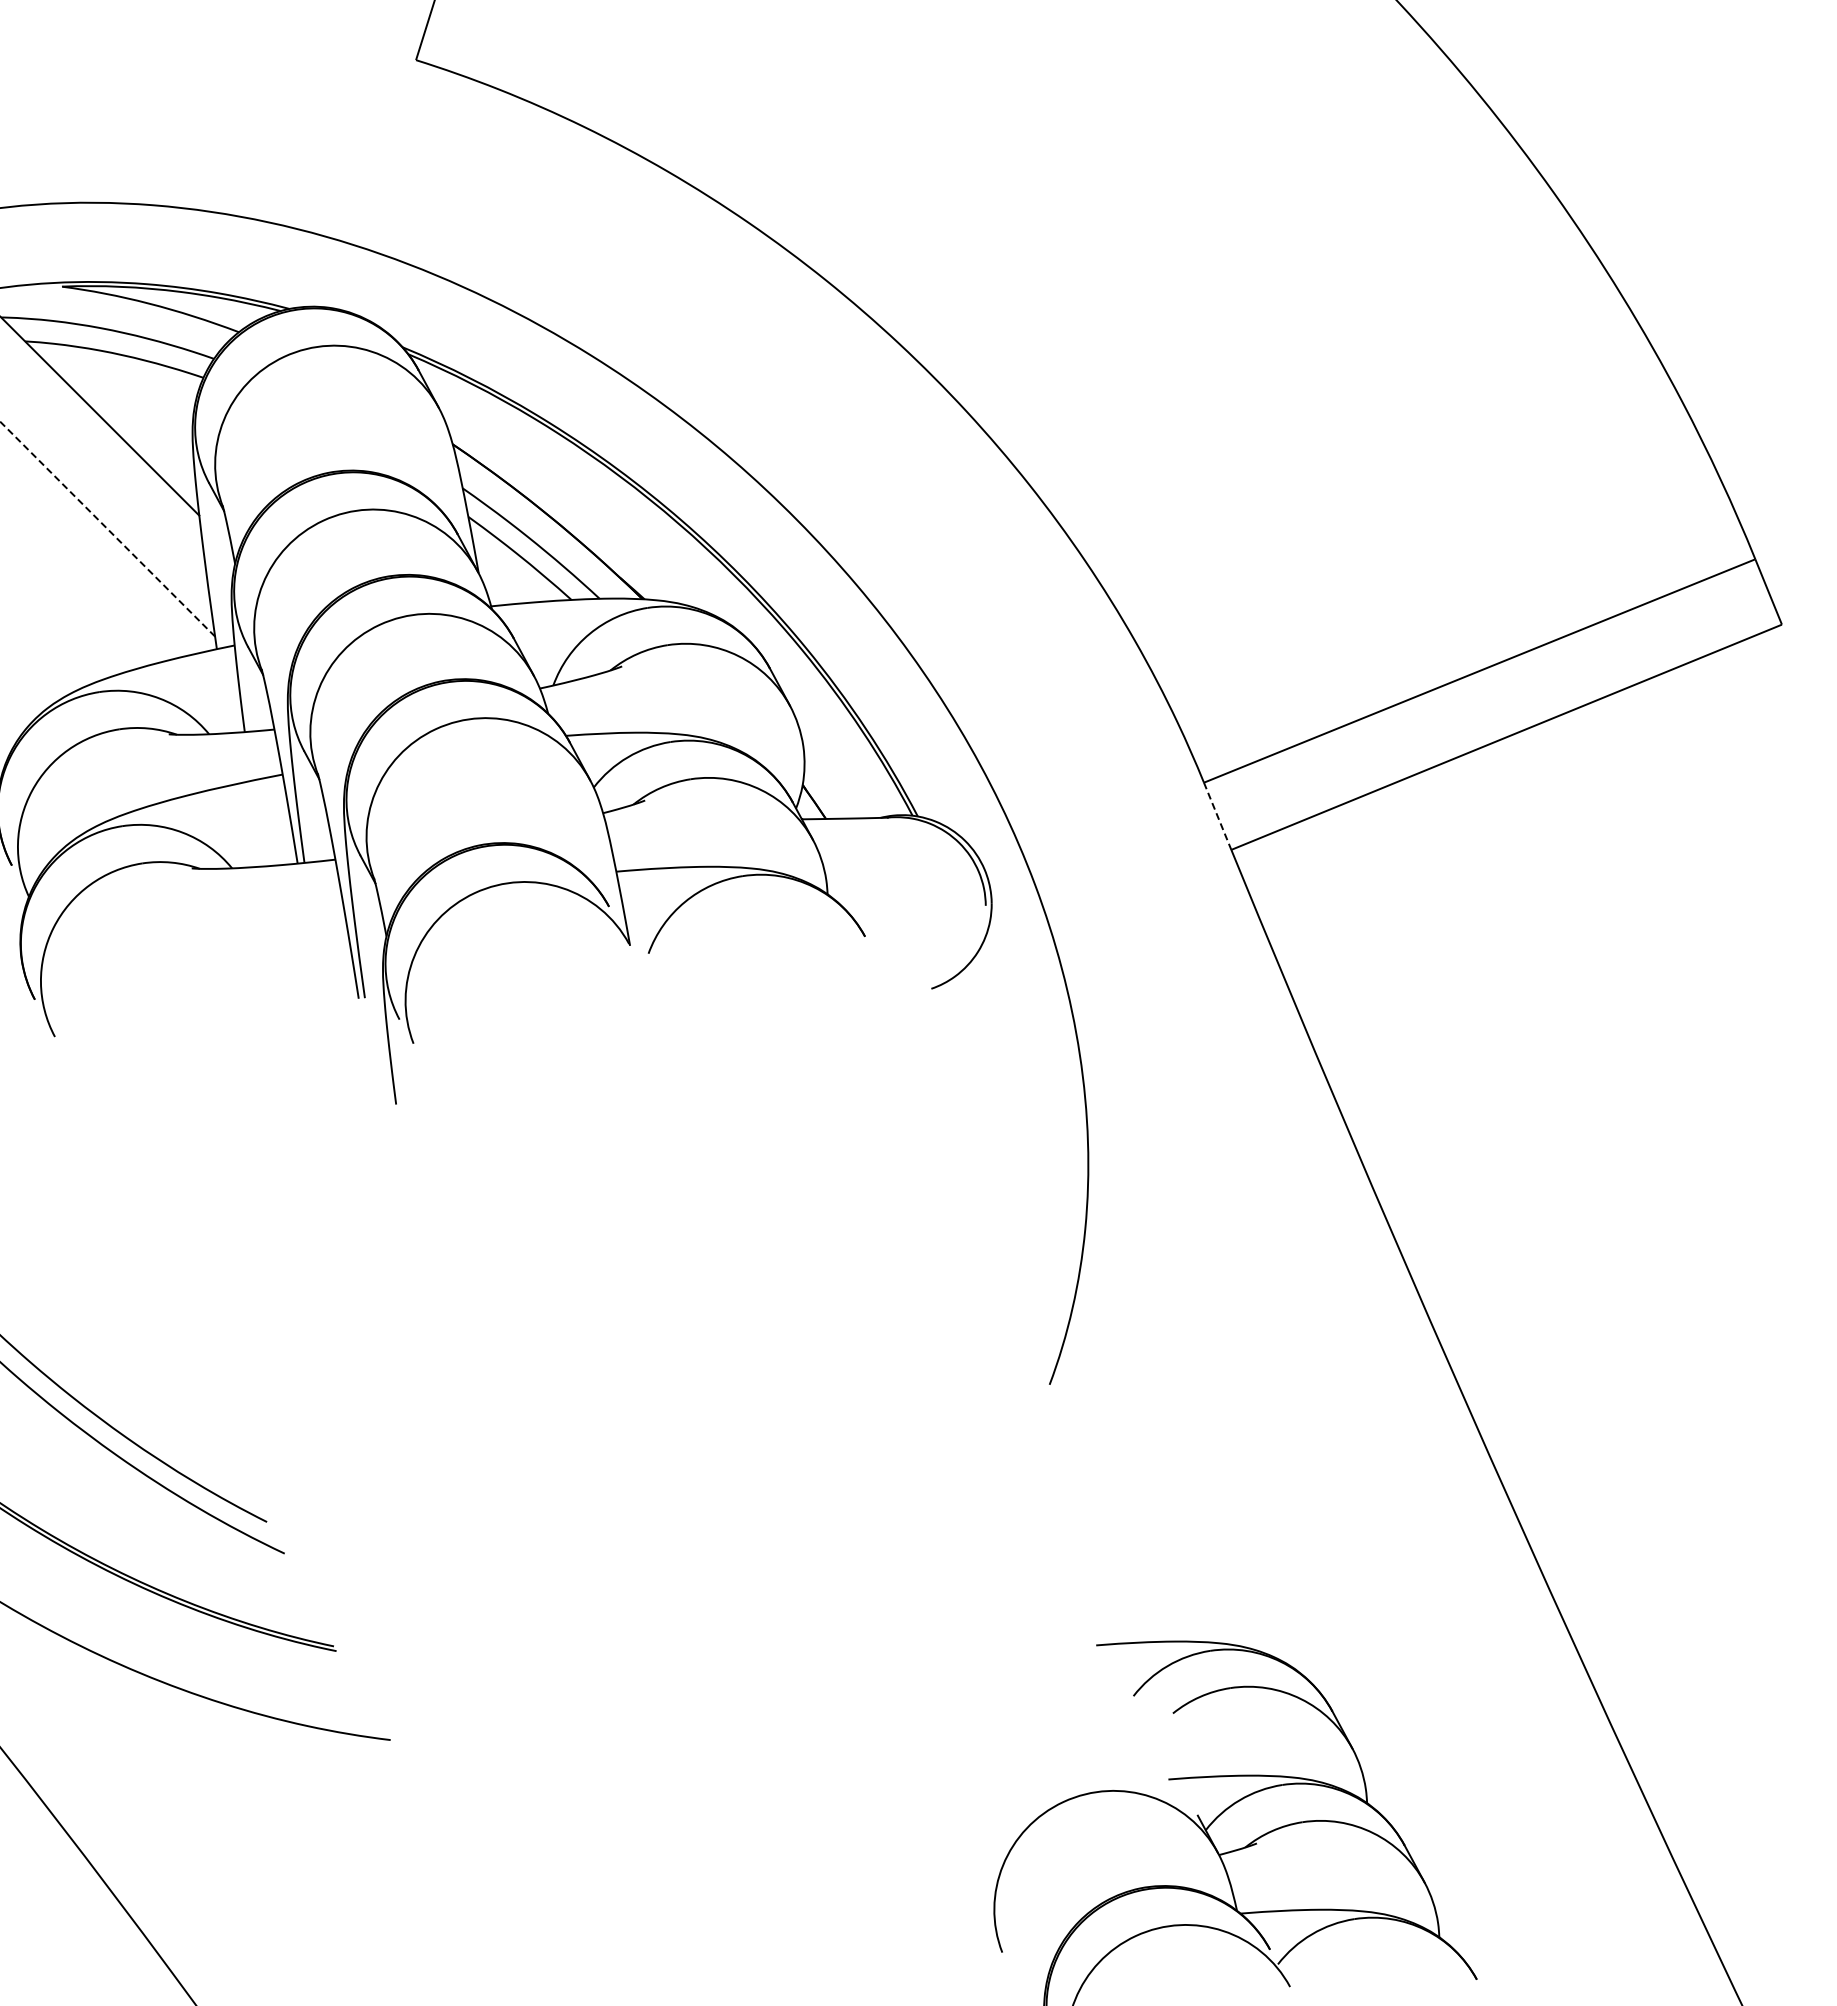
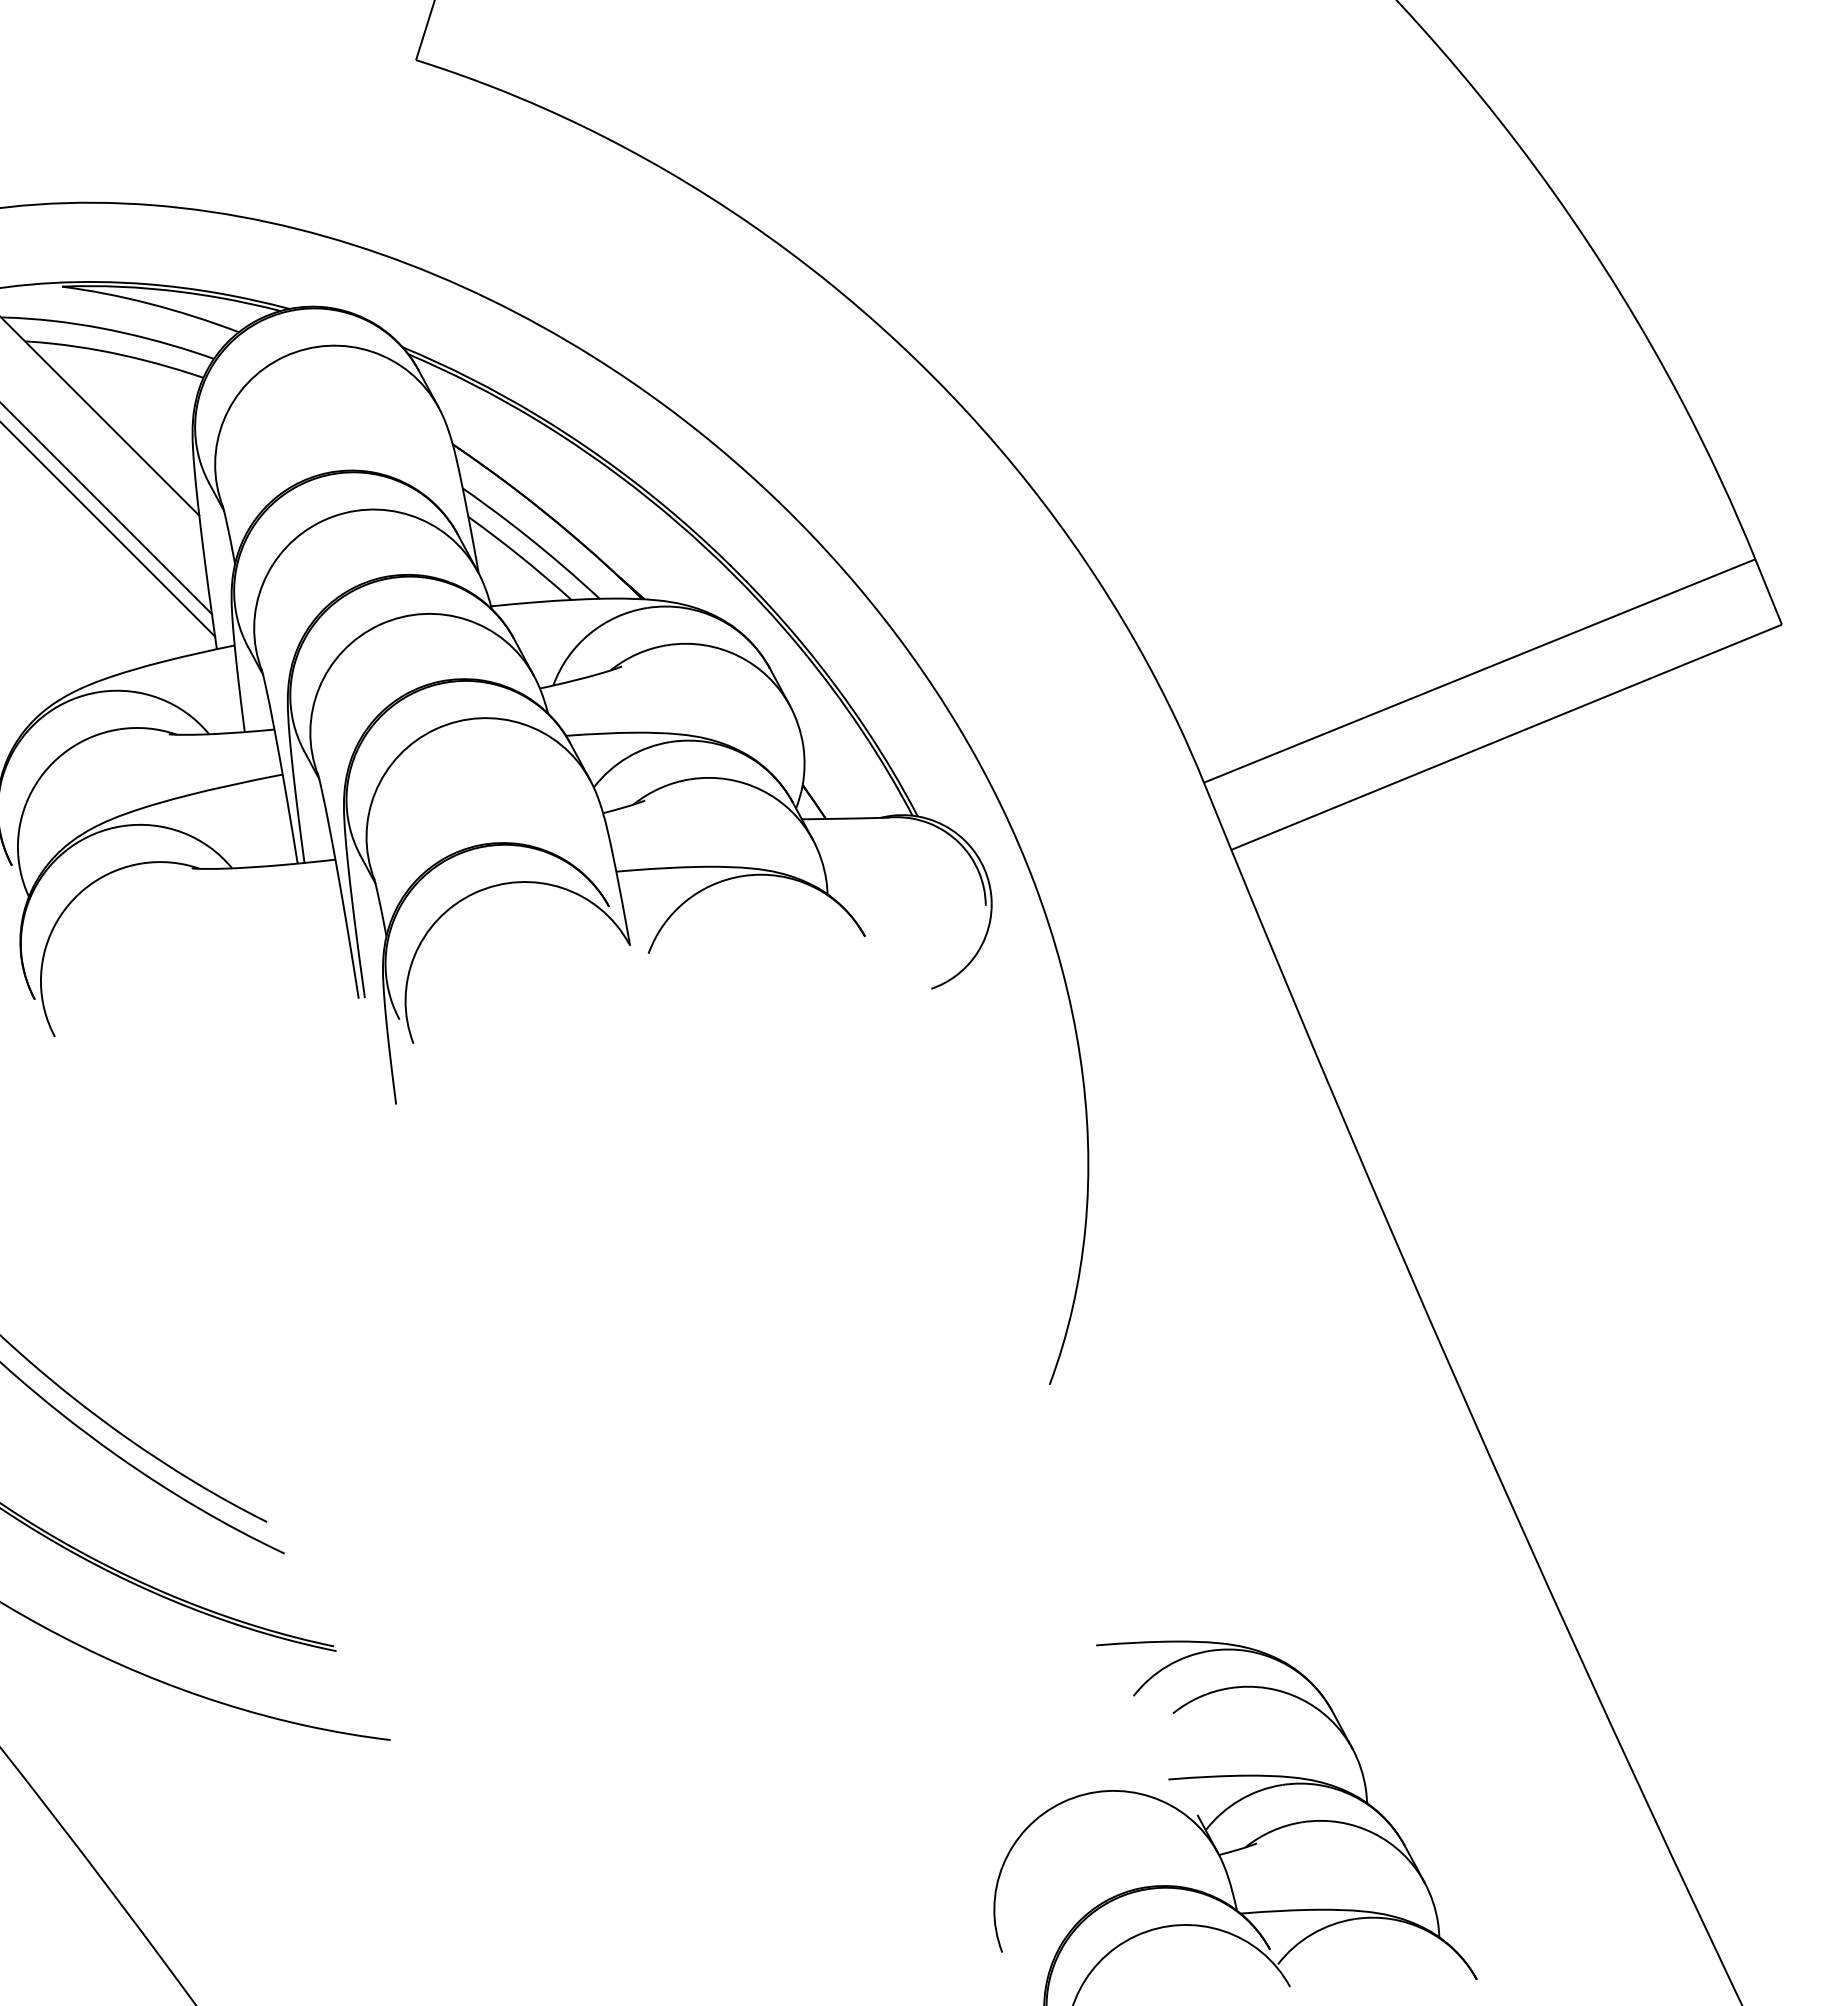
line at (106, 509): none -> present
line at (107, 529): dashed -> solid
line at (1217, 816): dashed -> solid
